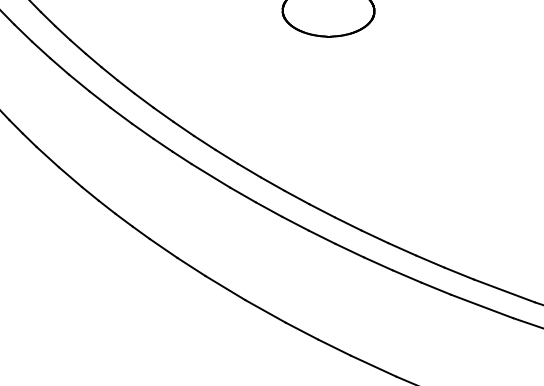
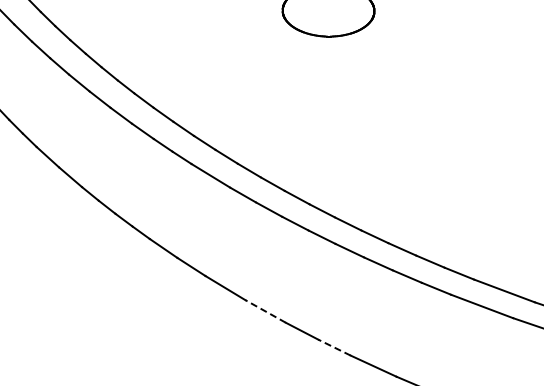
line at (265, 311): solid -> dashed
line at (334, 347): solid -> dashed
